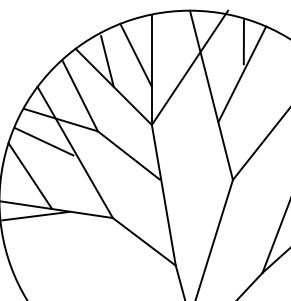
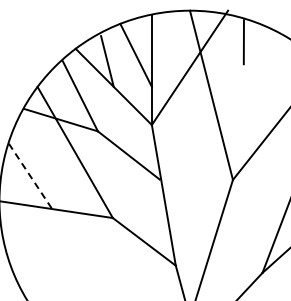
line at (242, 73): present -> none
line at (44, 141): present -> none
line at (29, 175): solid -> dashed
line at (35, 215): present -> none
